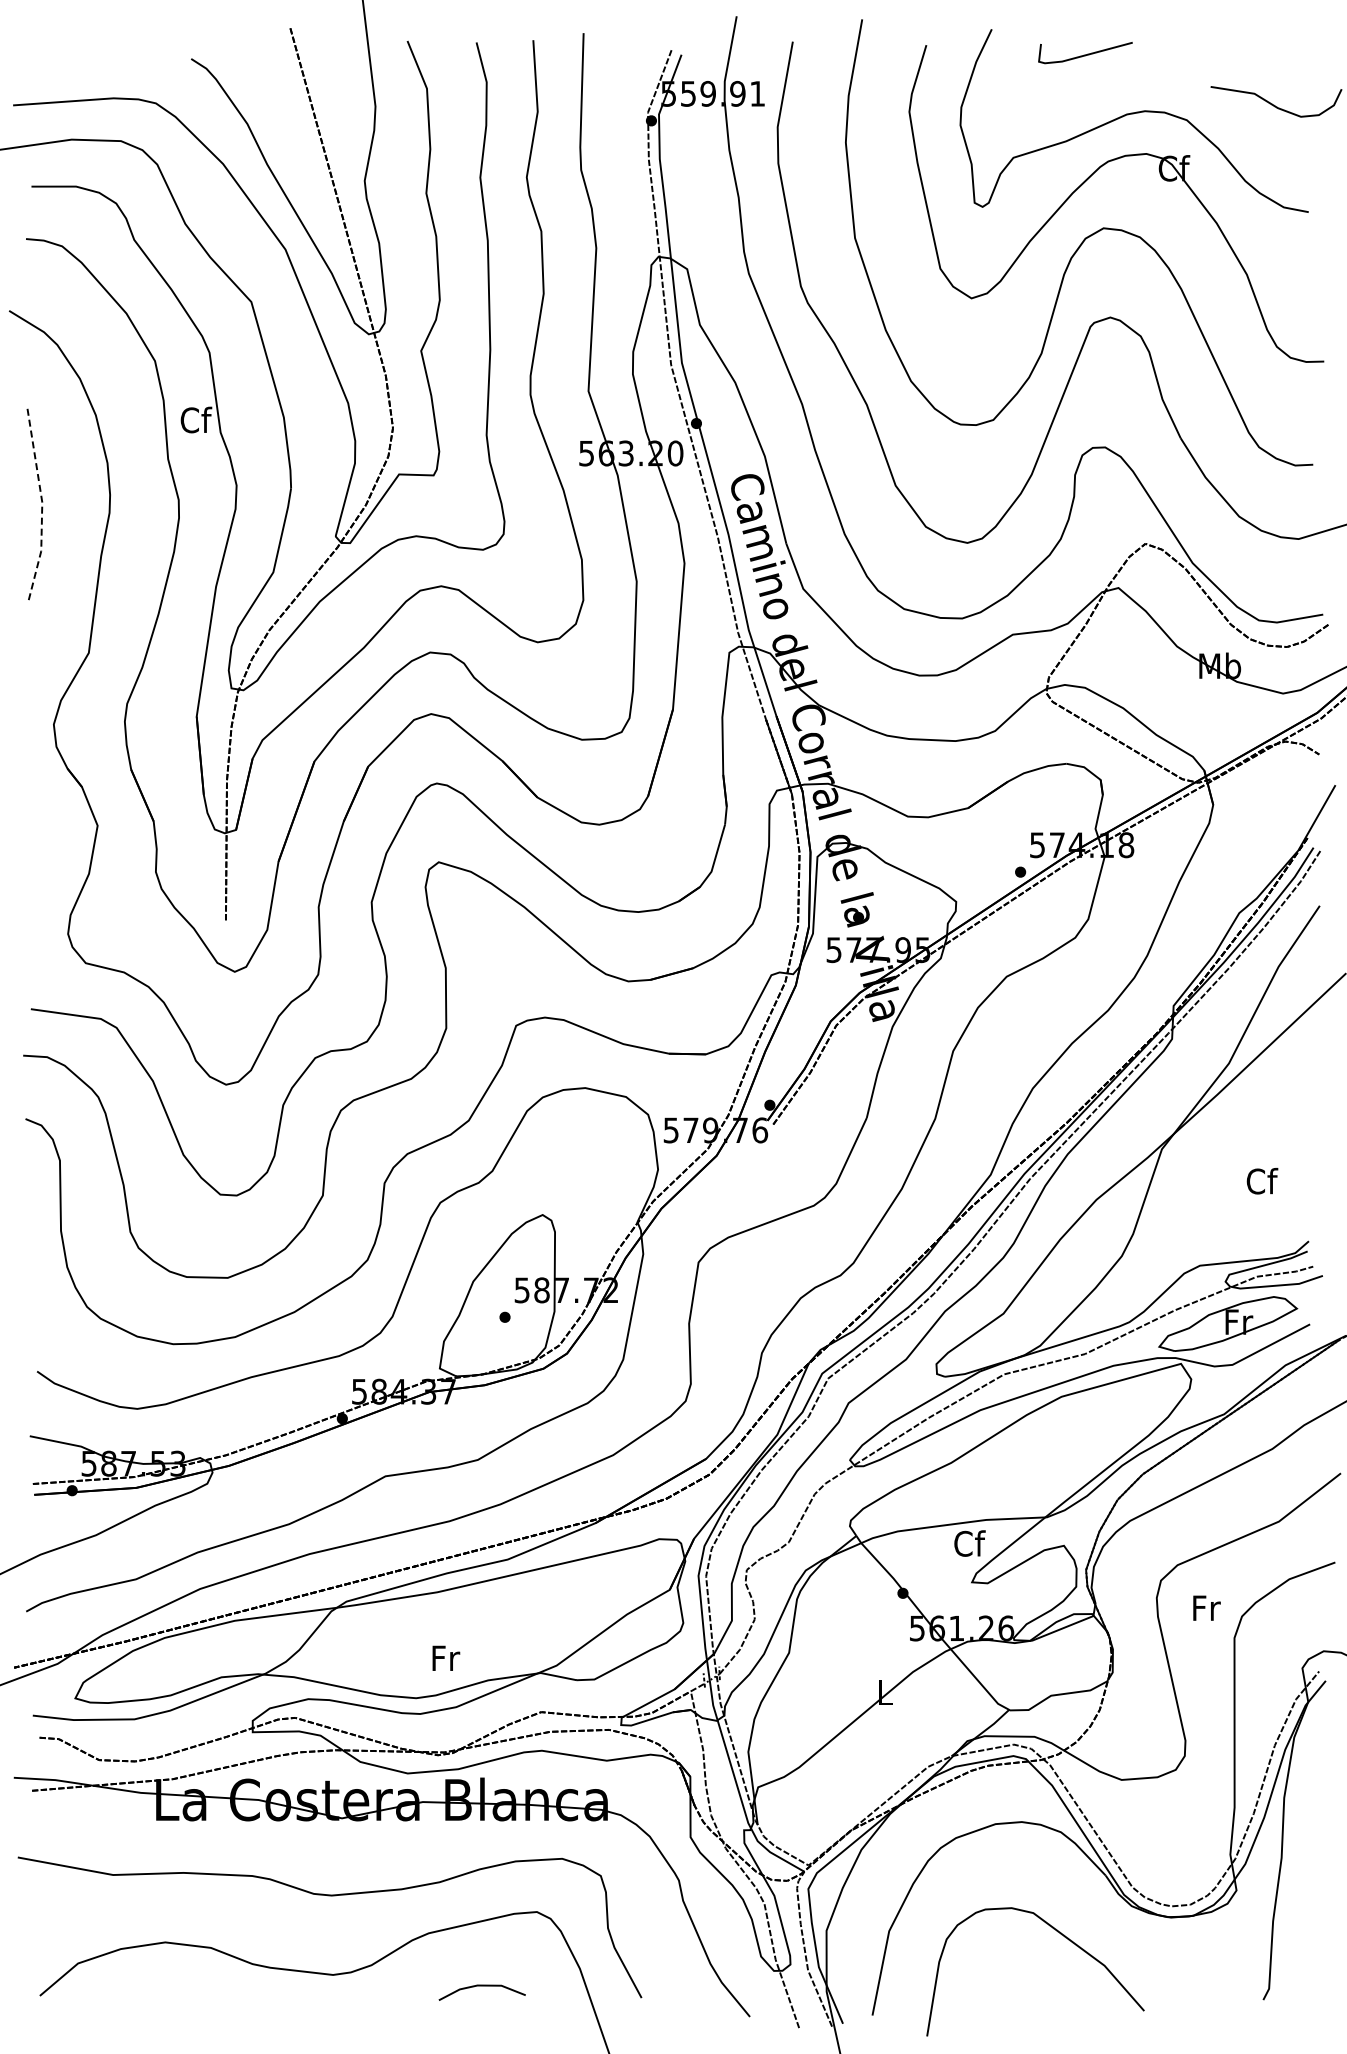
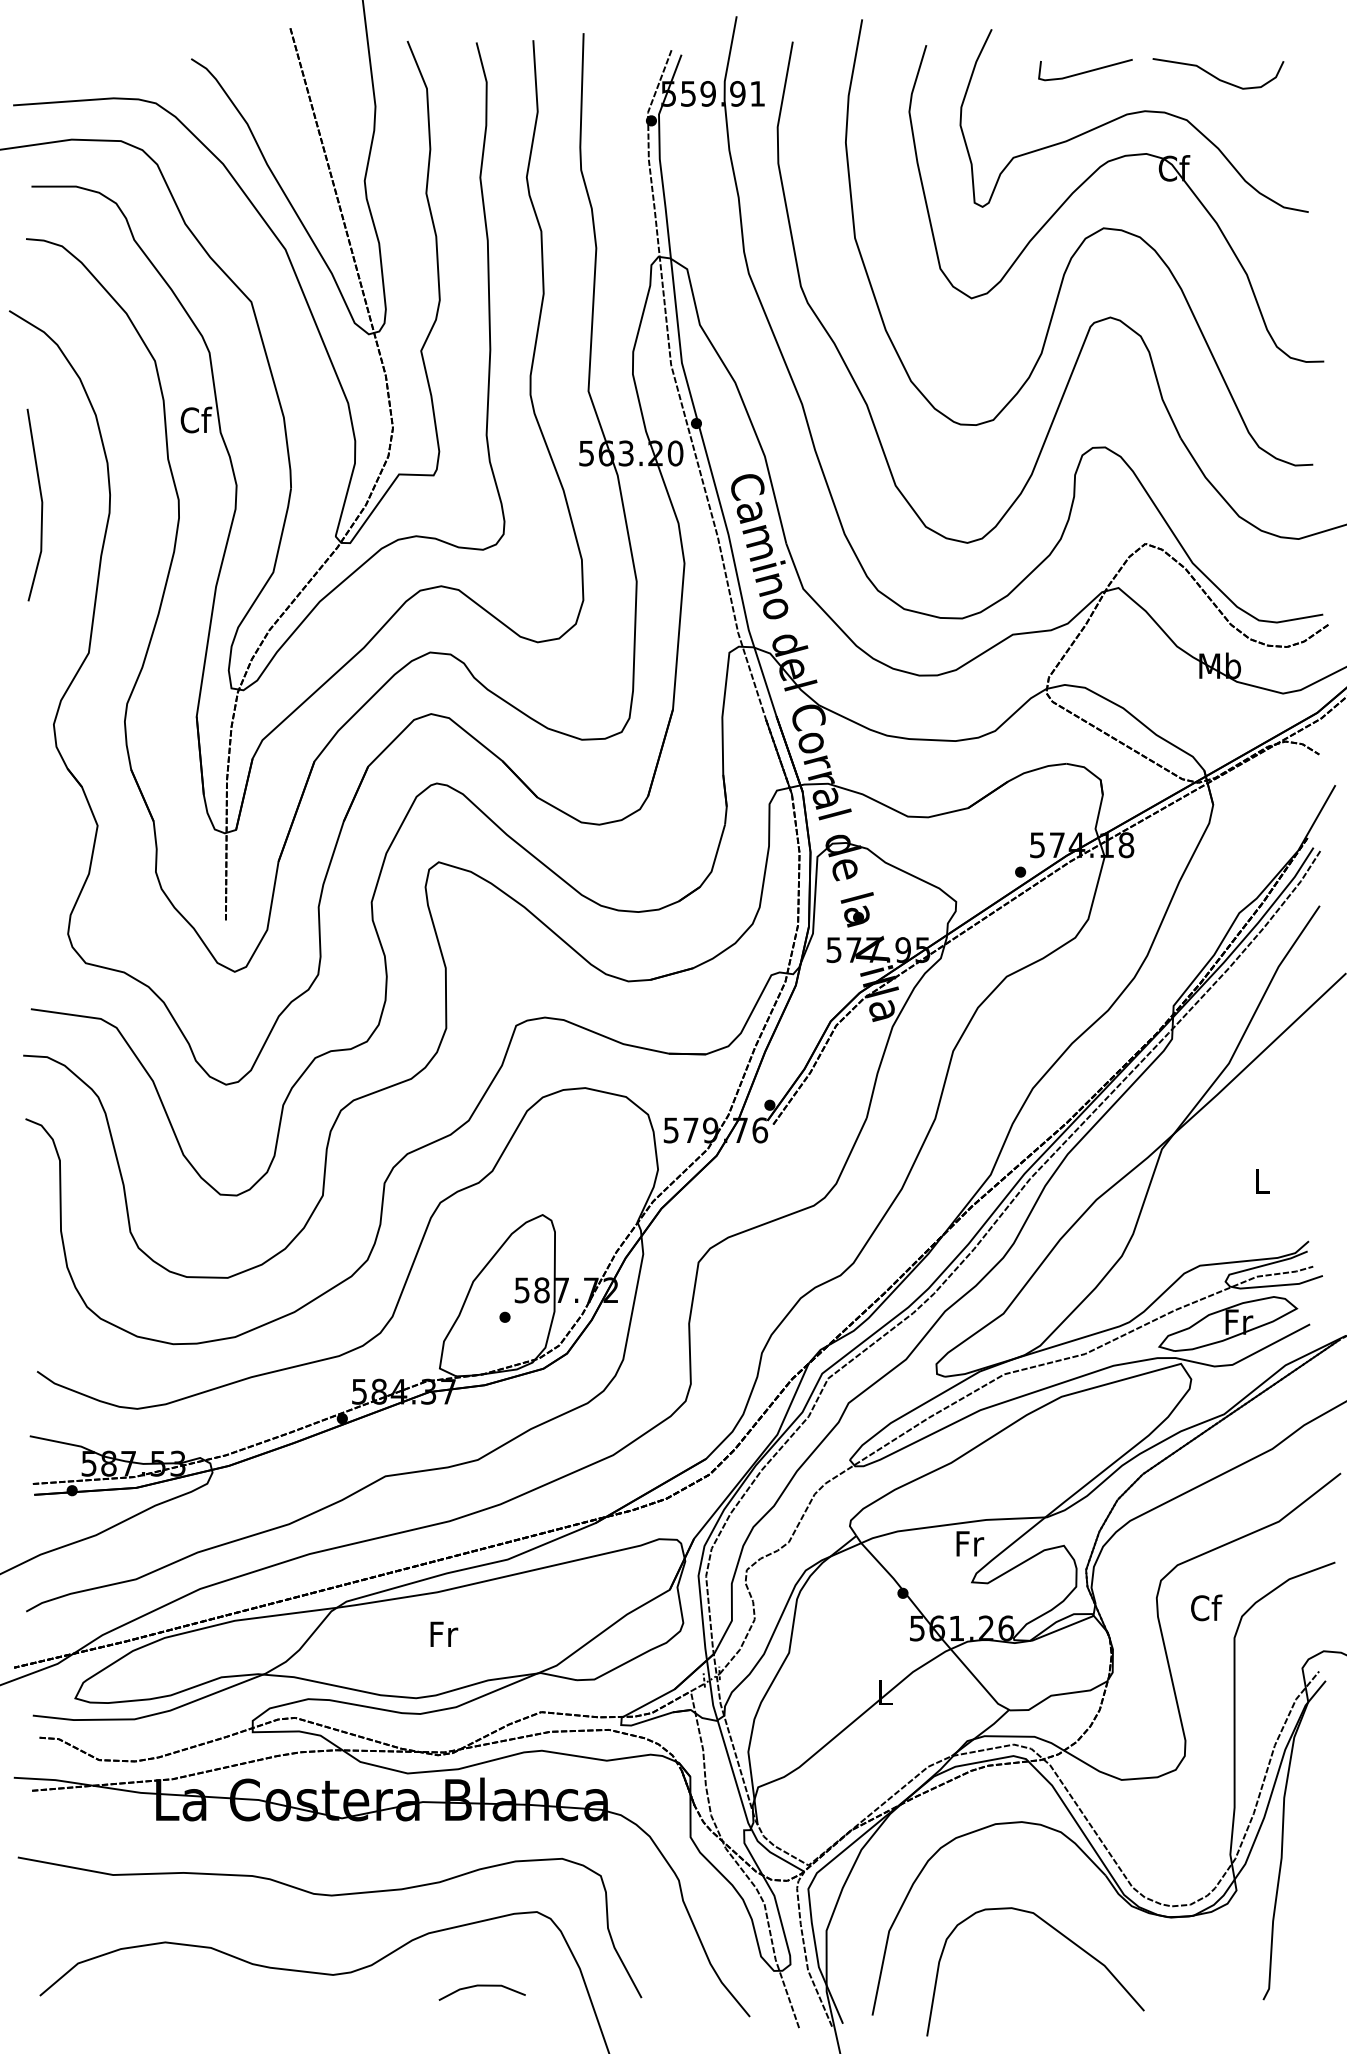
line at (1085, 54) position: (1085, 54) -> (1085, 71)
curve at (1274, 104) position: (1274, 104) -> (1216, 76)
line at (42, 505): dashed -> solid
text at (1262, 1180): Cf -> L
text at (969, 1543): Cf -> Fr
text at (1206, 1607): Fr -> Cf
text at (446, 1657) position: (446, 1657) -> (444, 1633)
